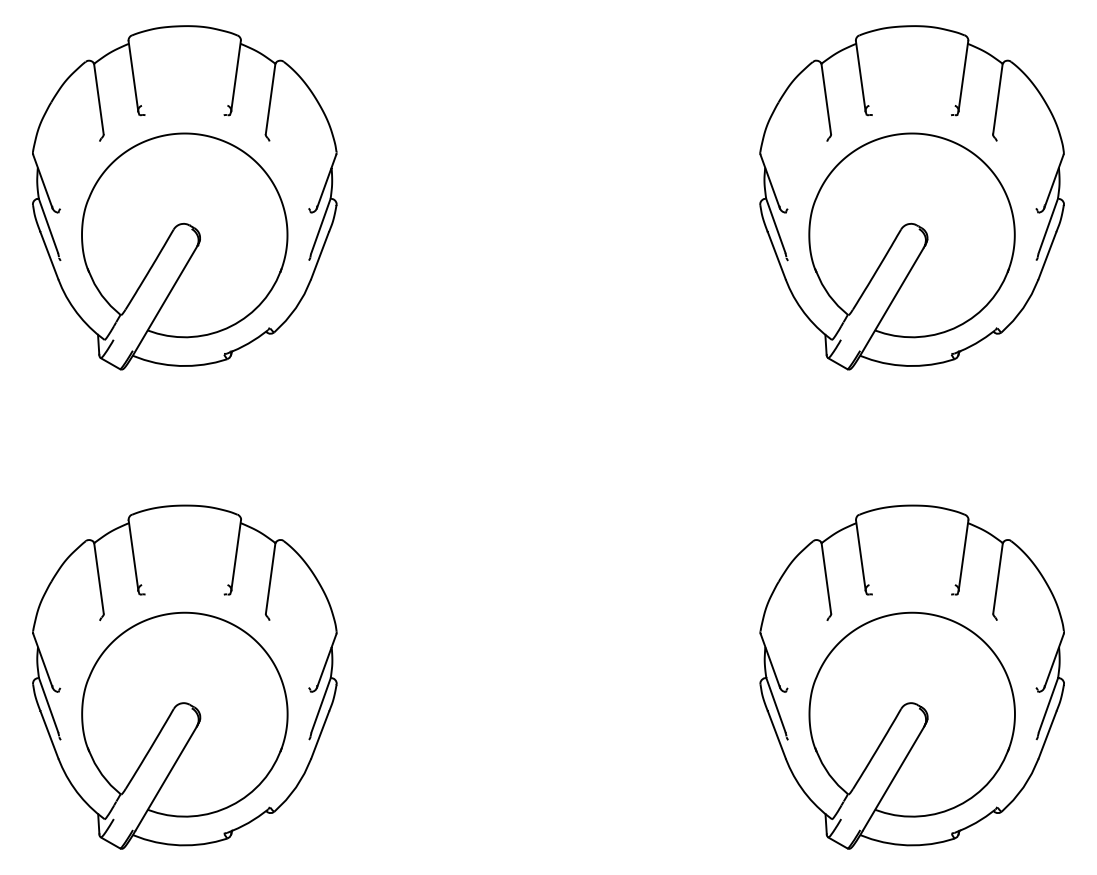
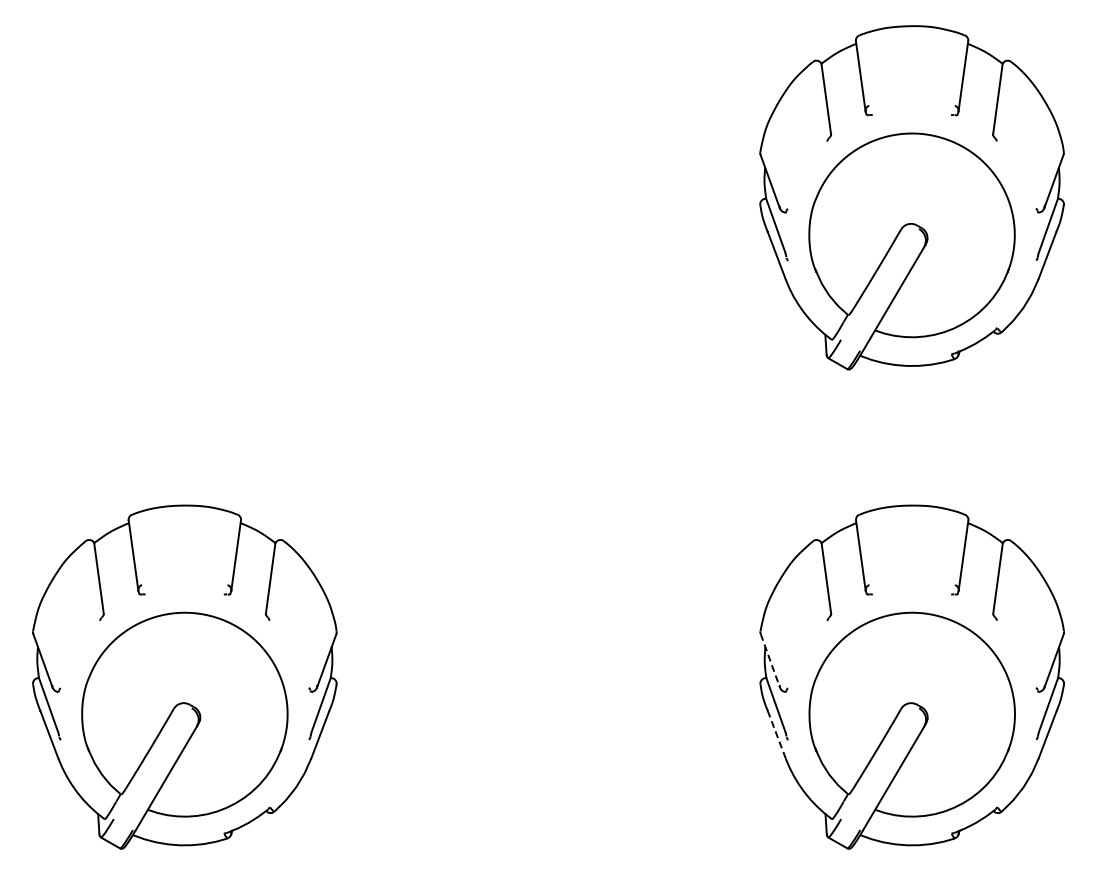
part at (184, 197): present -> none
line at (770, 661): solid -> dashed
line at (776, 734): solid -> dashed
